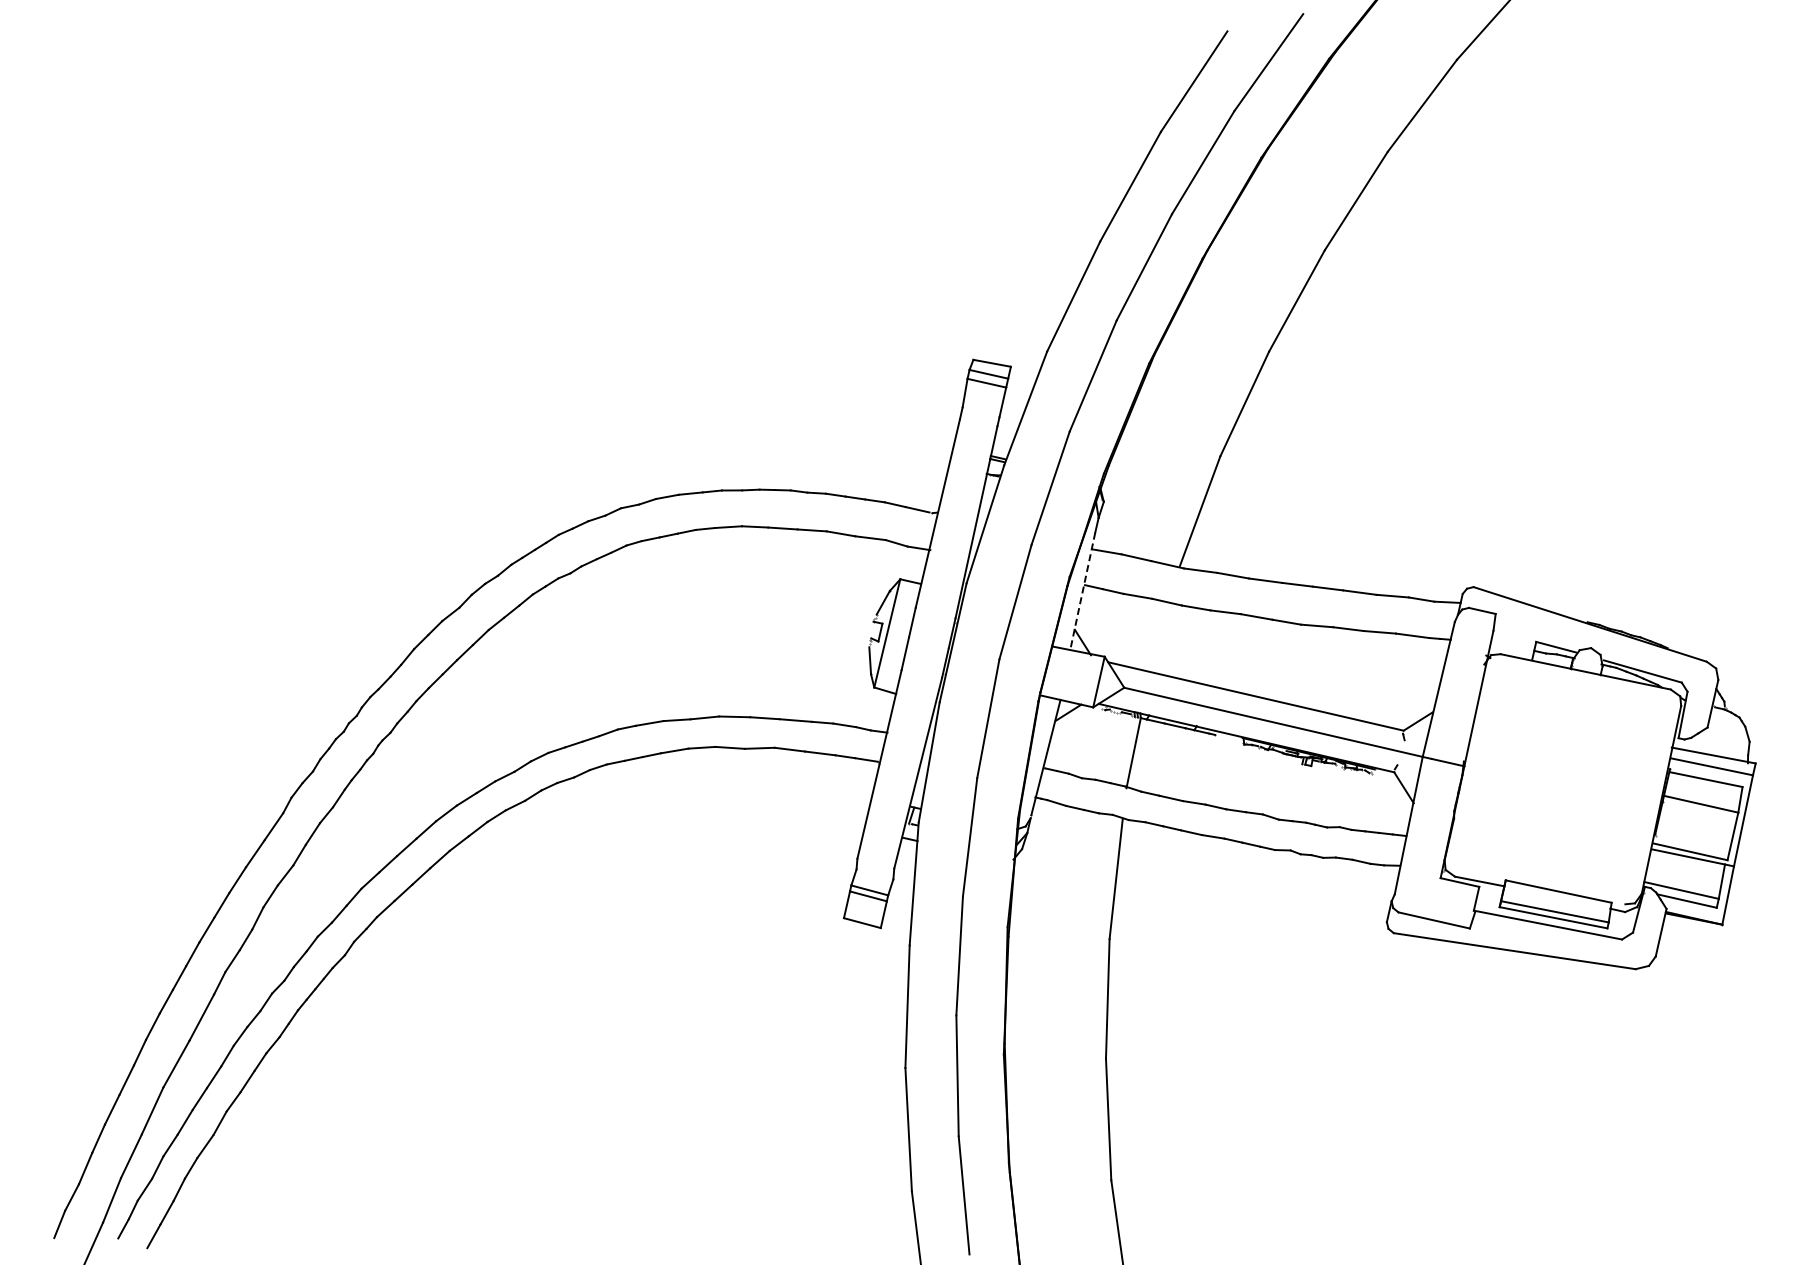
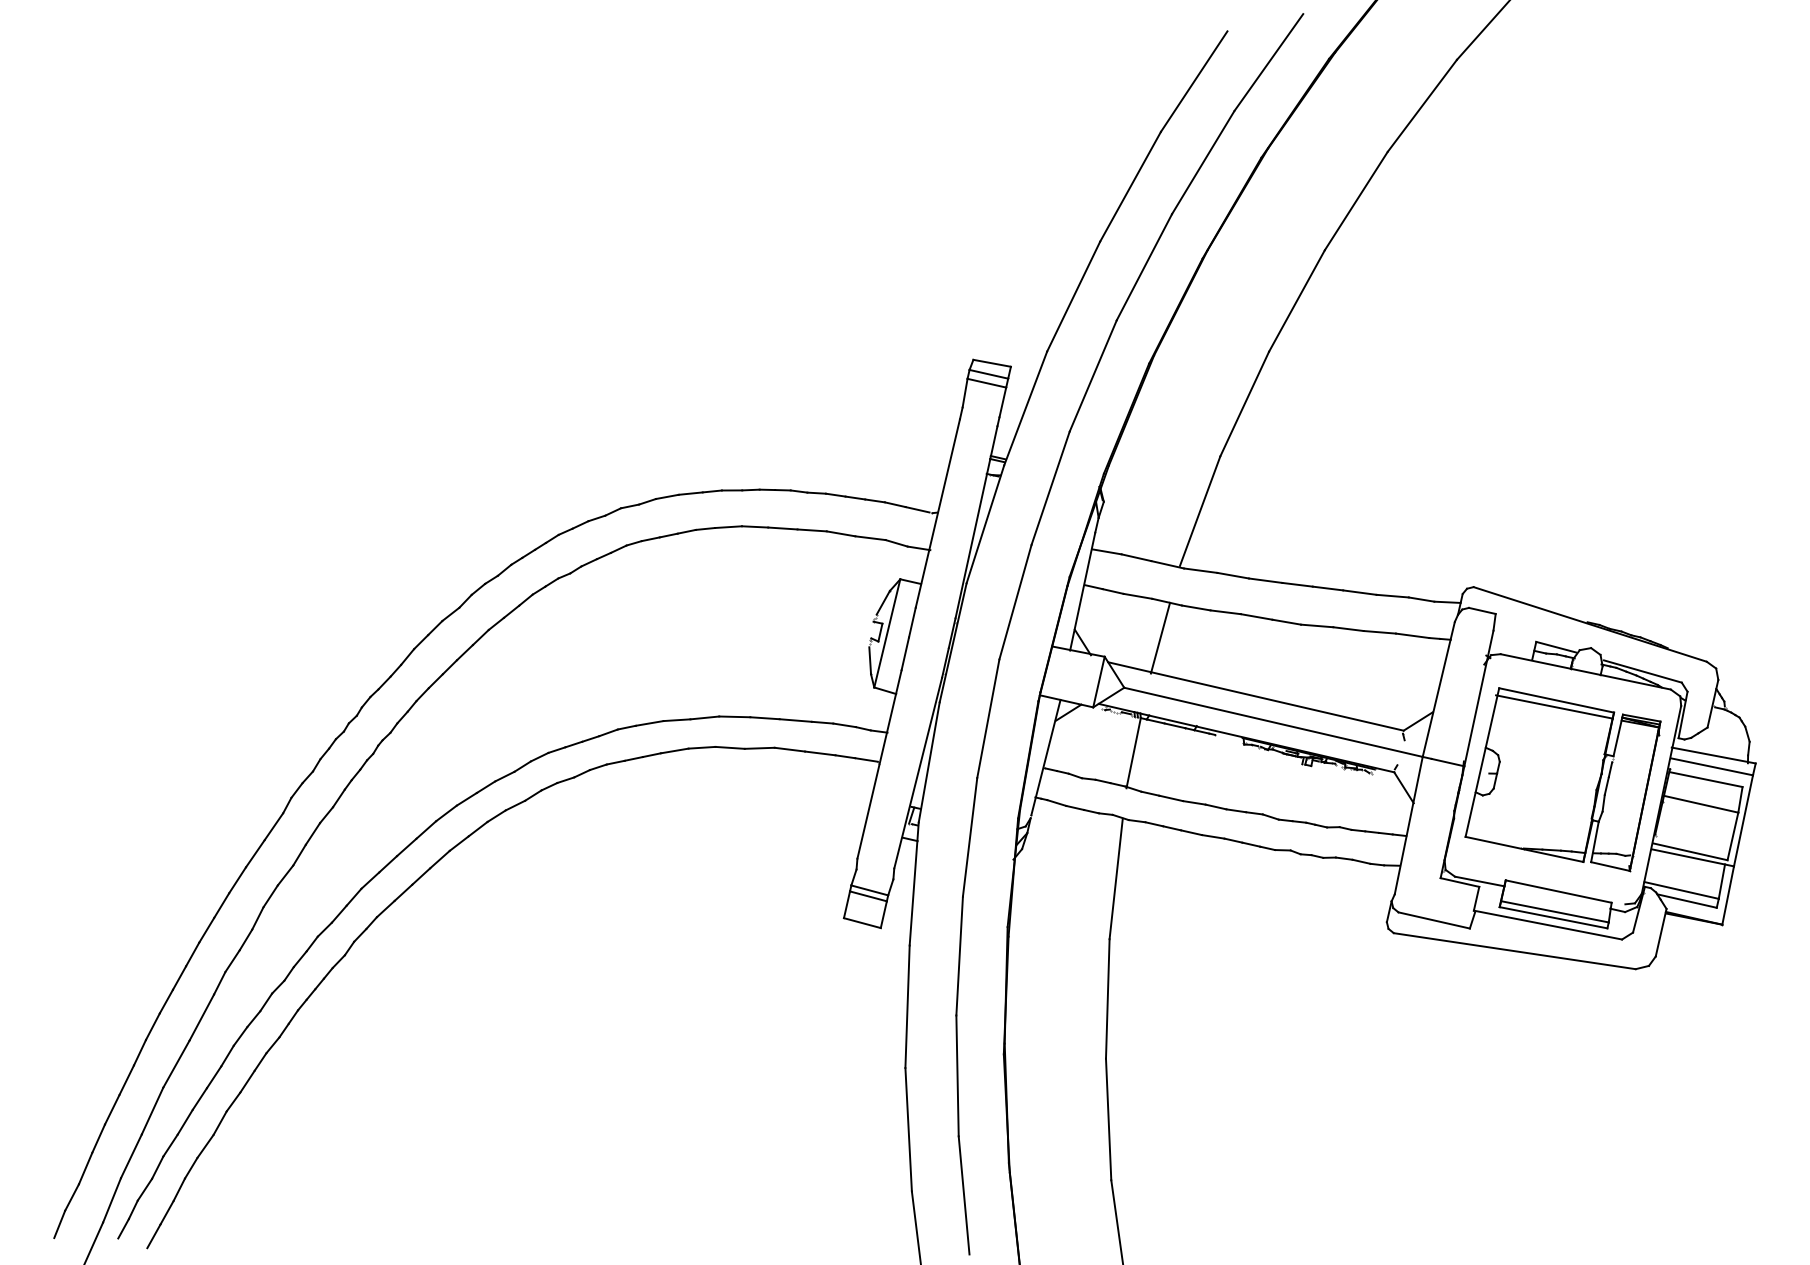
line at (1082, 592): dashed -> solid
line at (1160, 637): none -> present
part at (1562, 779): none -> present
